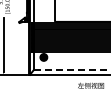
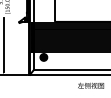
line at (72, 69): dashed -> solid
